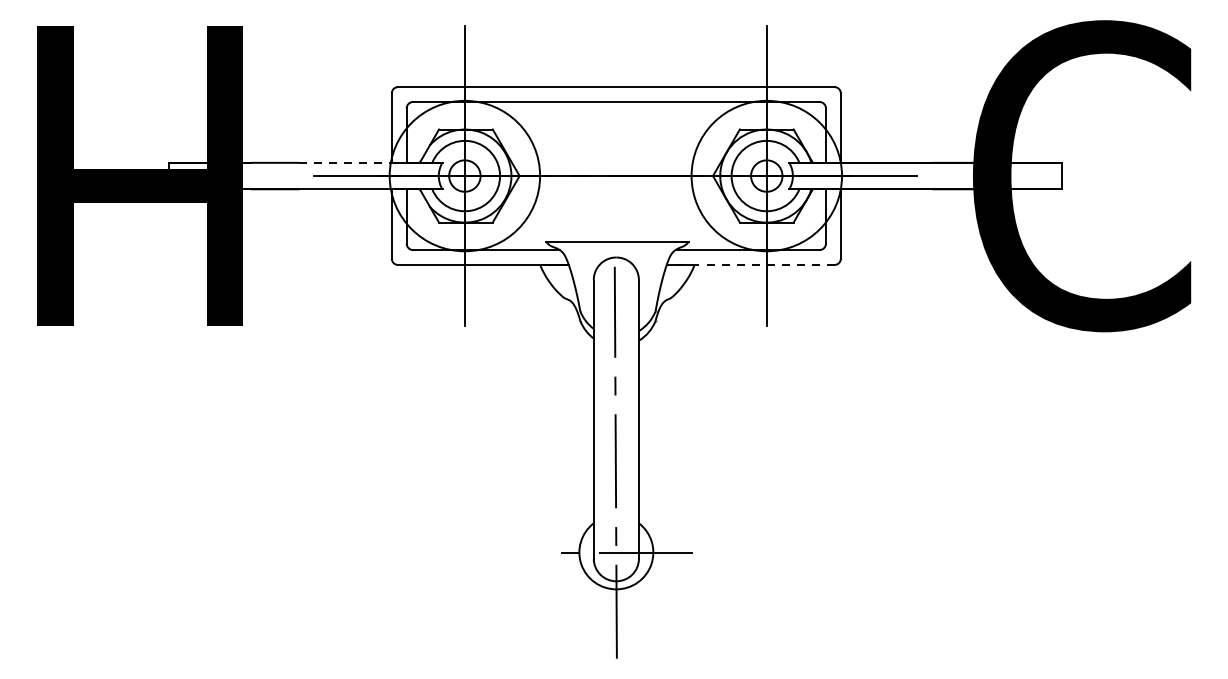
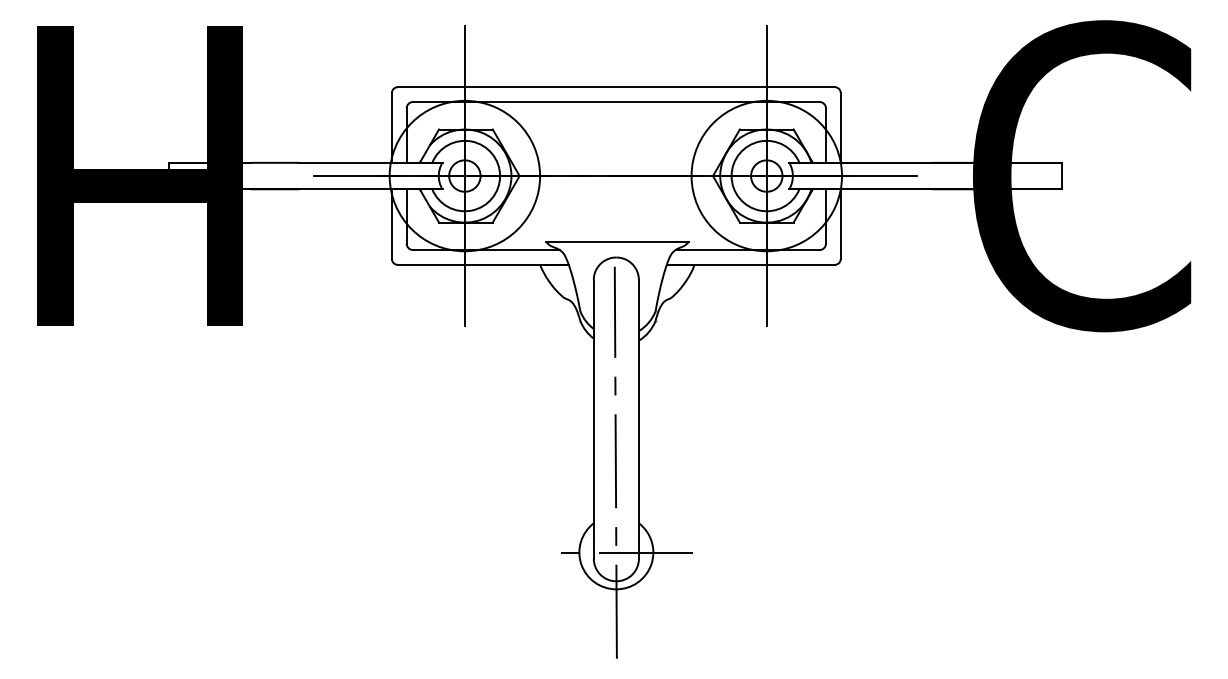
line at (346, 162): dashed -> solid
line at (750, 264): dashed -> solid
